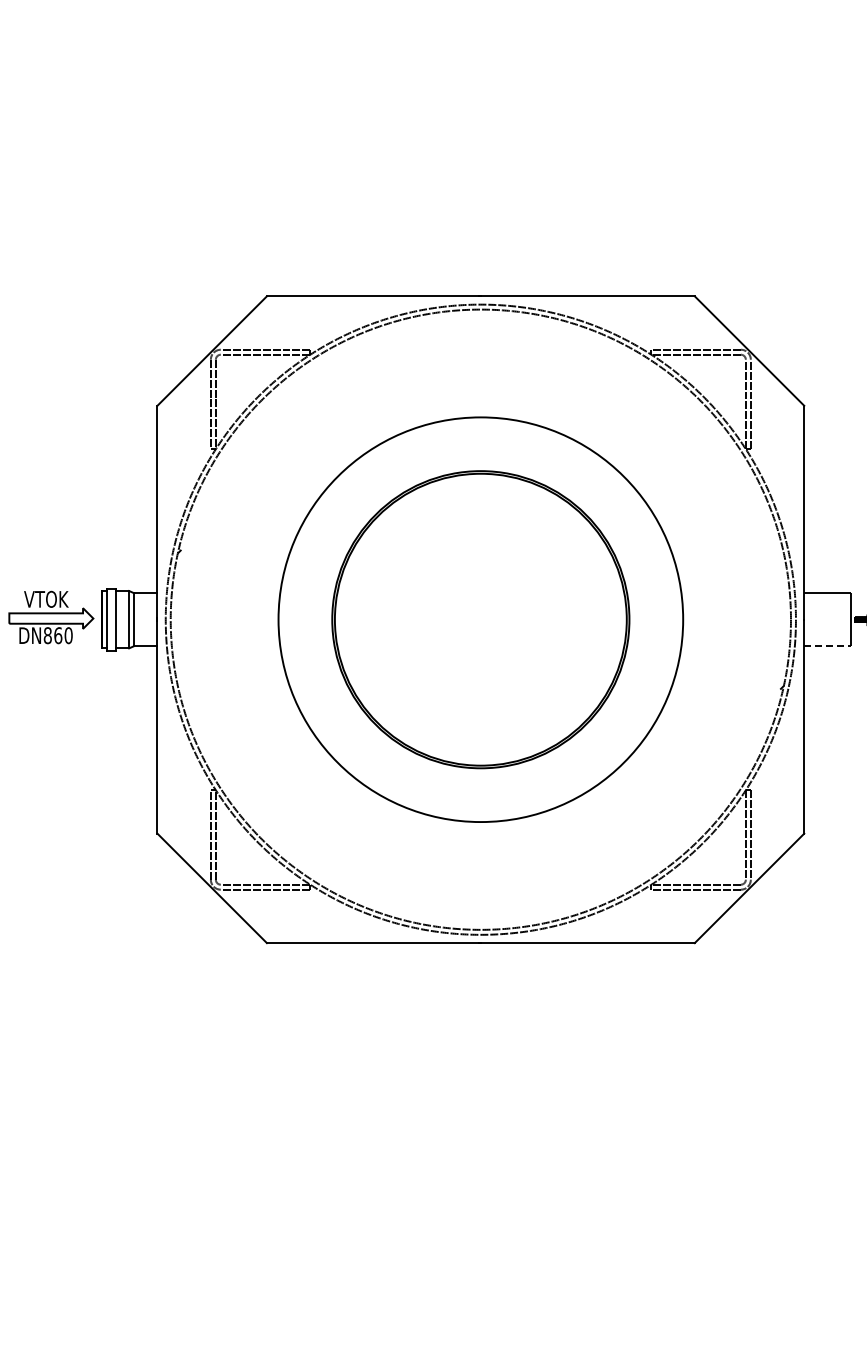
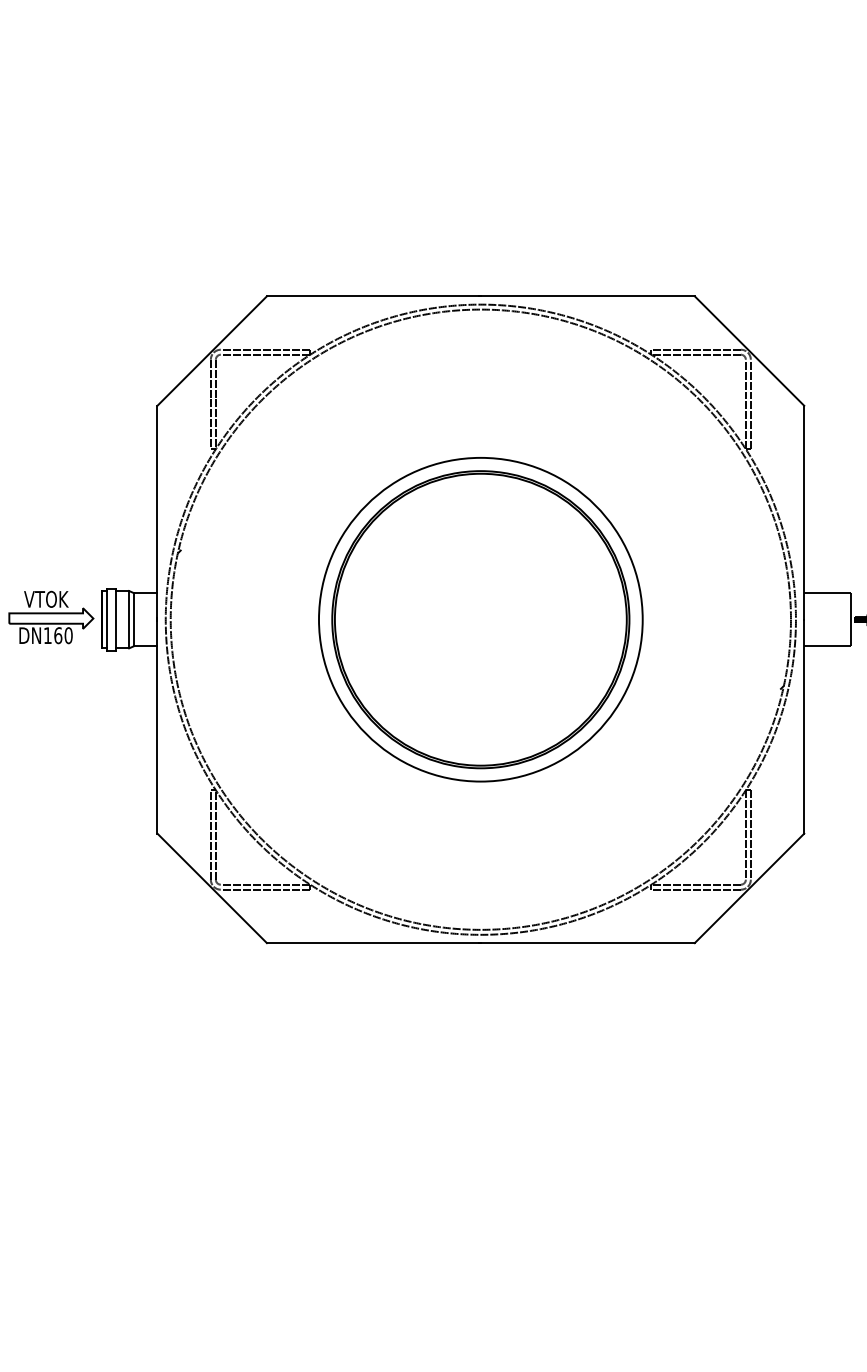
circle at (480, 619) diameter: 405 px -> 324 px
text at (47, 635): DN860 -> DN160
line at (827, 646): dashed -> solid
